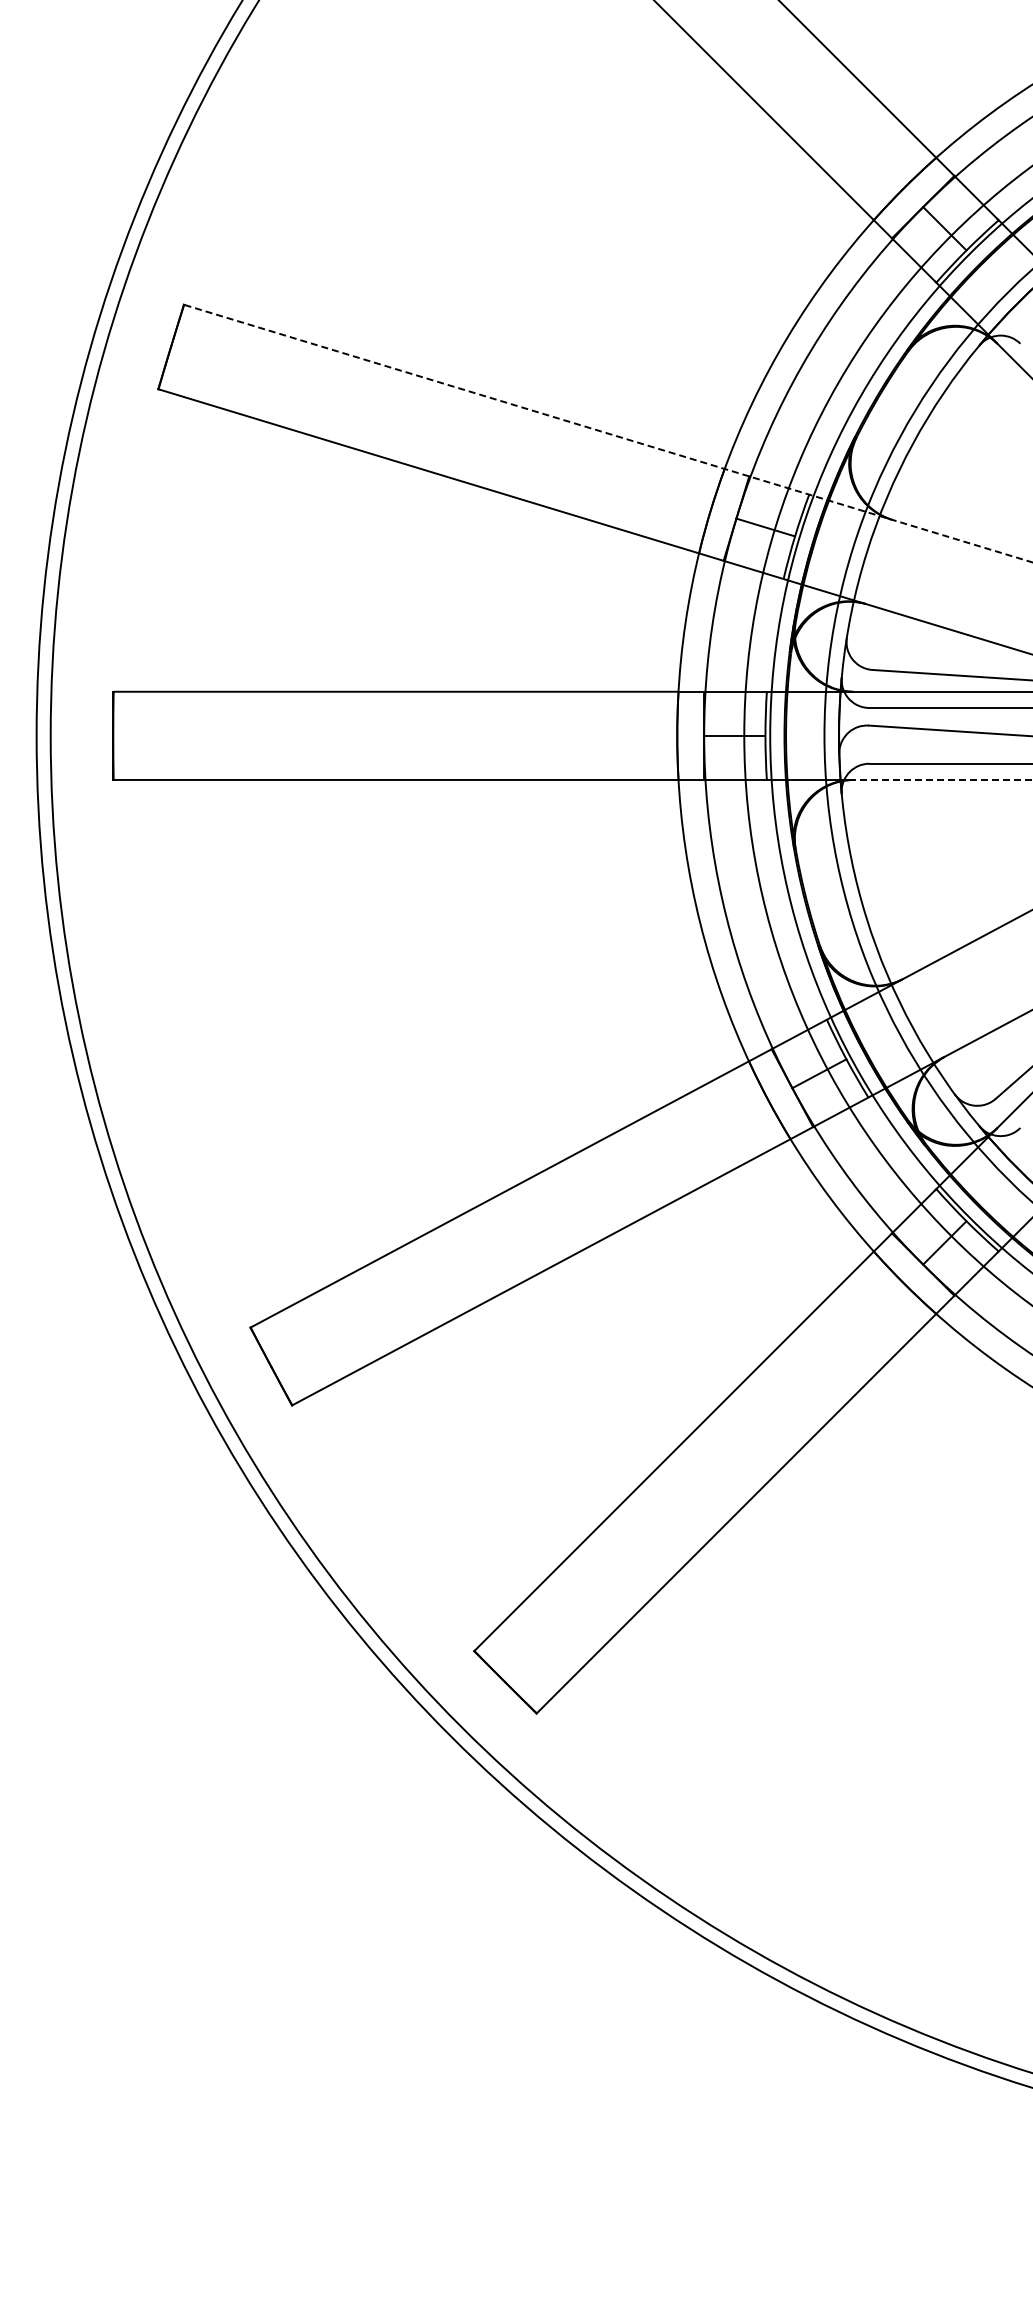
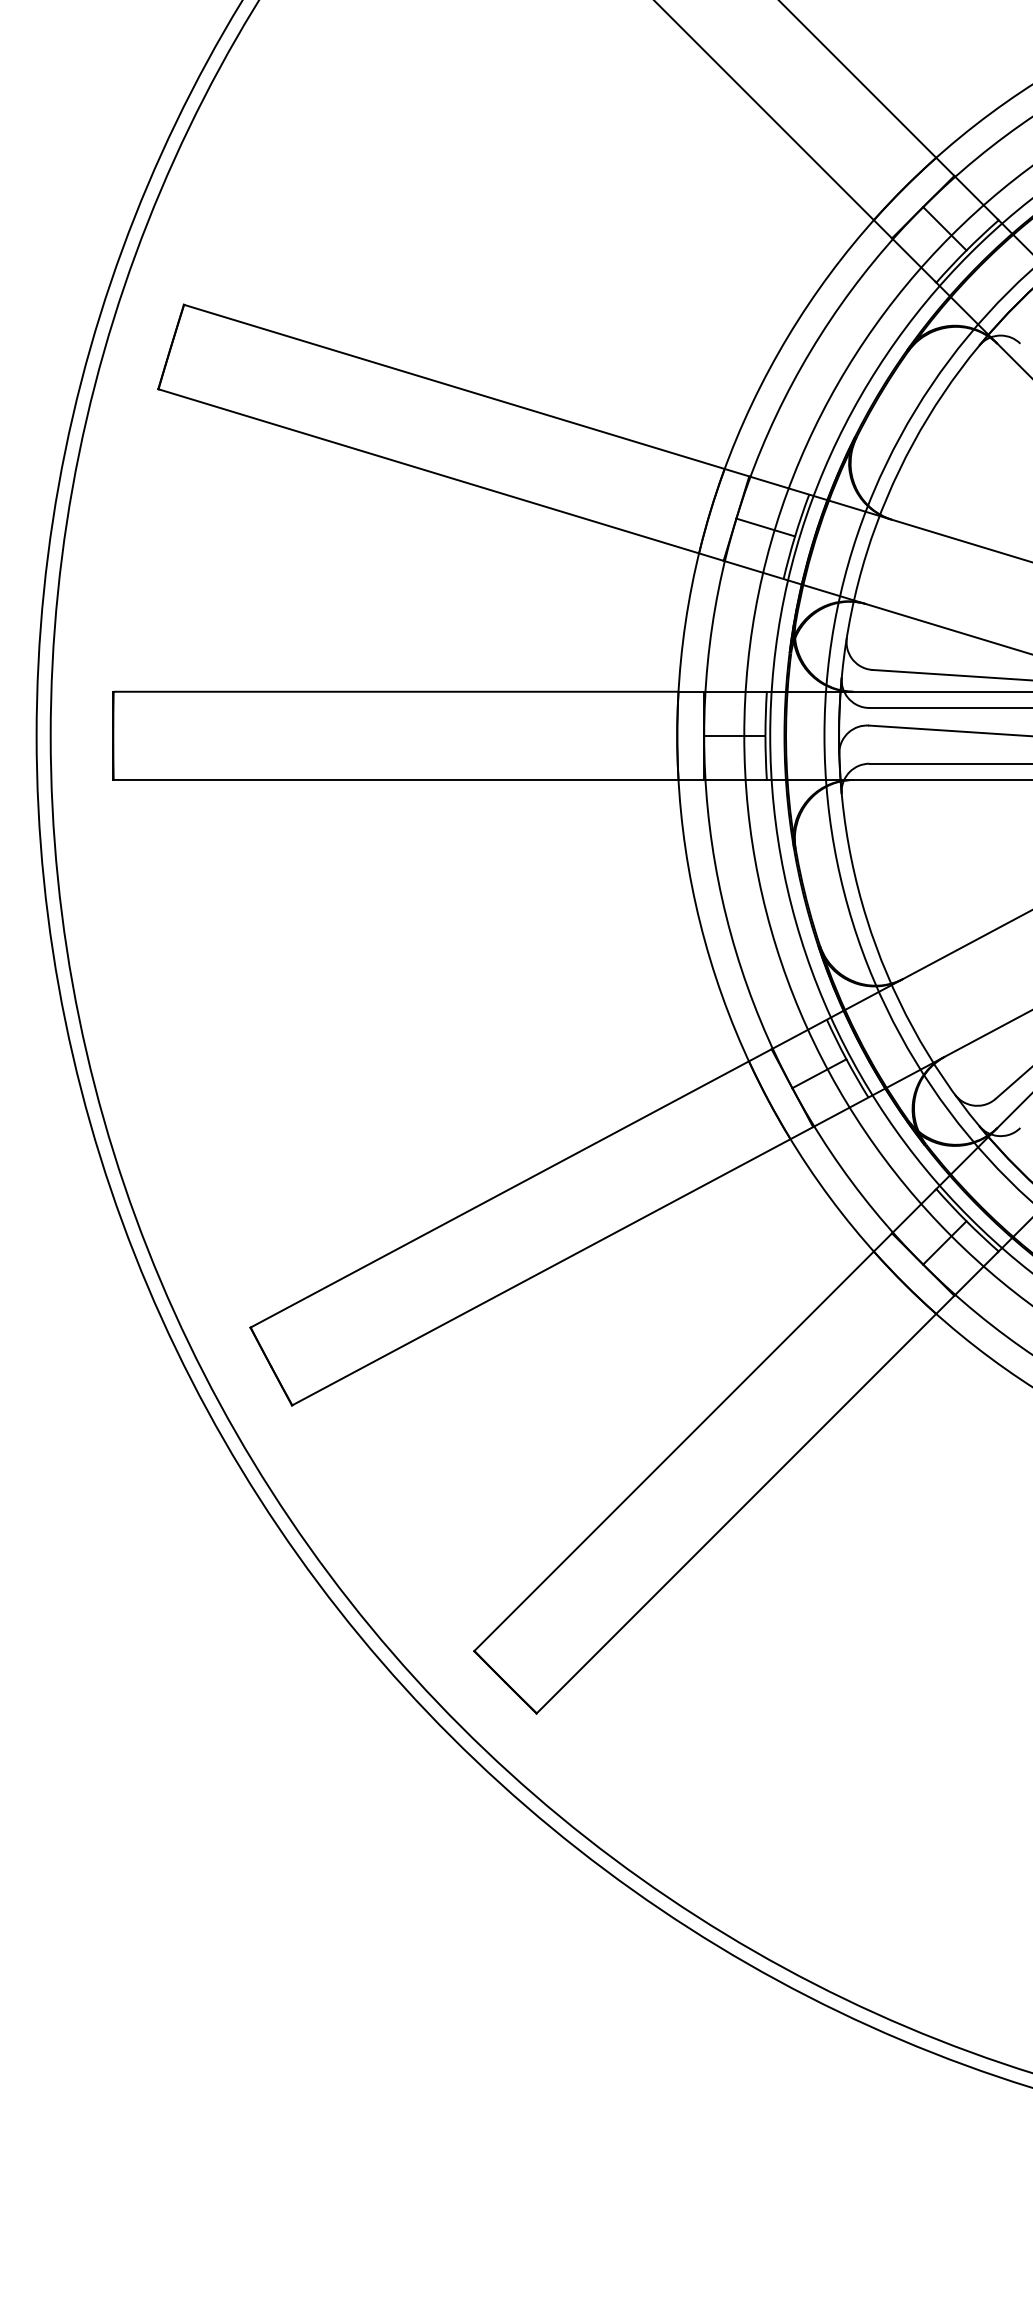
line at (608, 433): dashed -> solid
line at (942, 779): dashed -> solid
